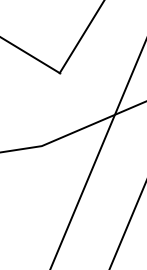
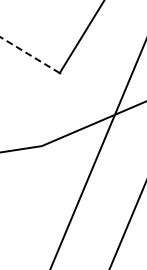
line at (29, 55): solid -> dashed
